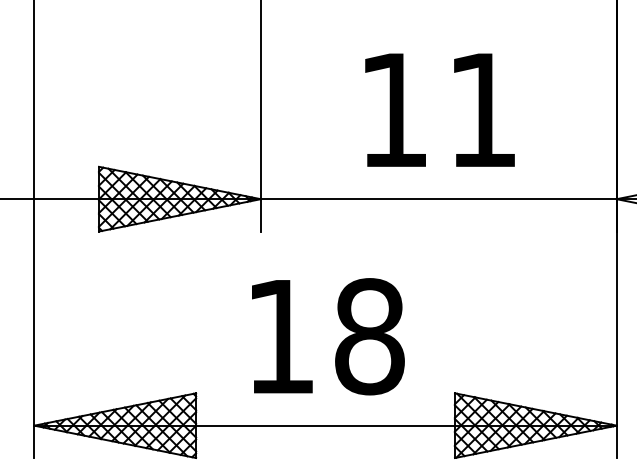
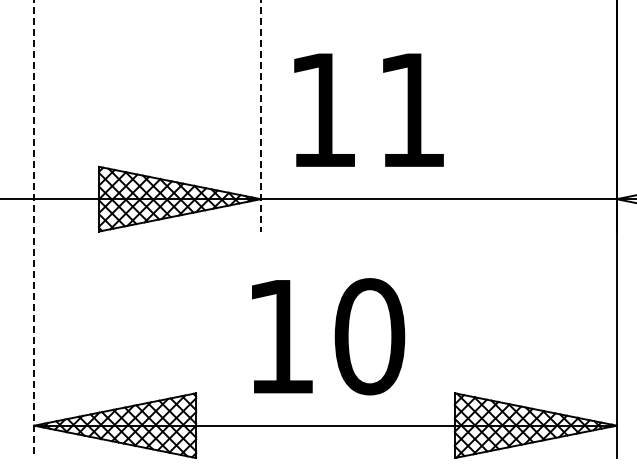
text at (439, 109) position: (439, 109) -> (368, 109)
line at (260, 116): solid -> dashed
line at (34, 229): solid -> dashed
text at (369, 336): 18 -> 10
